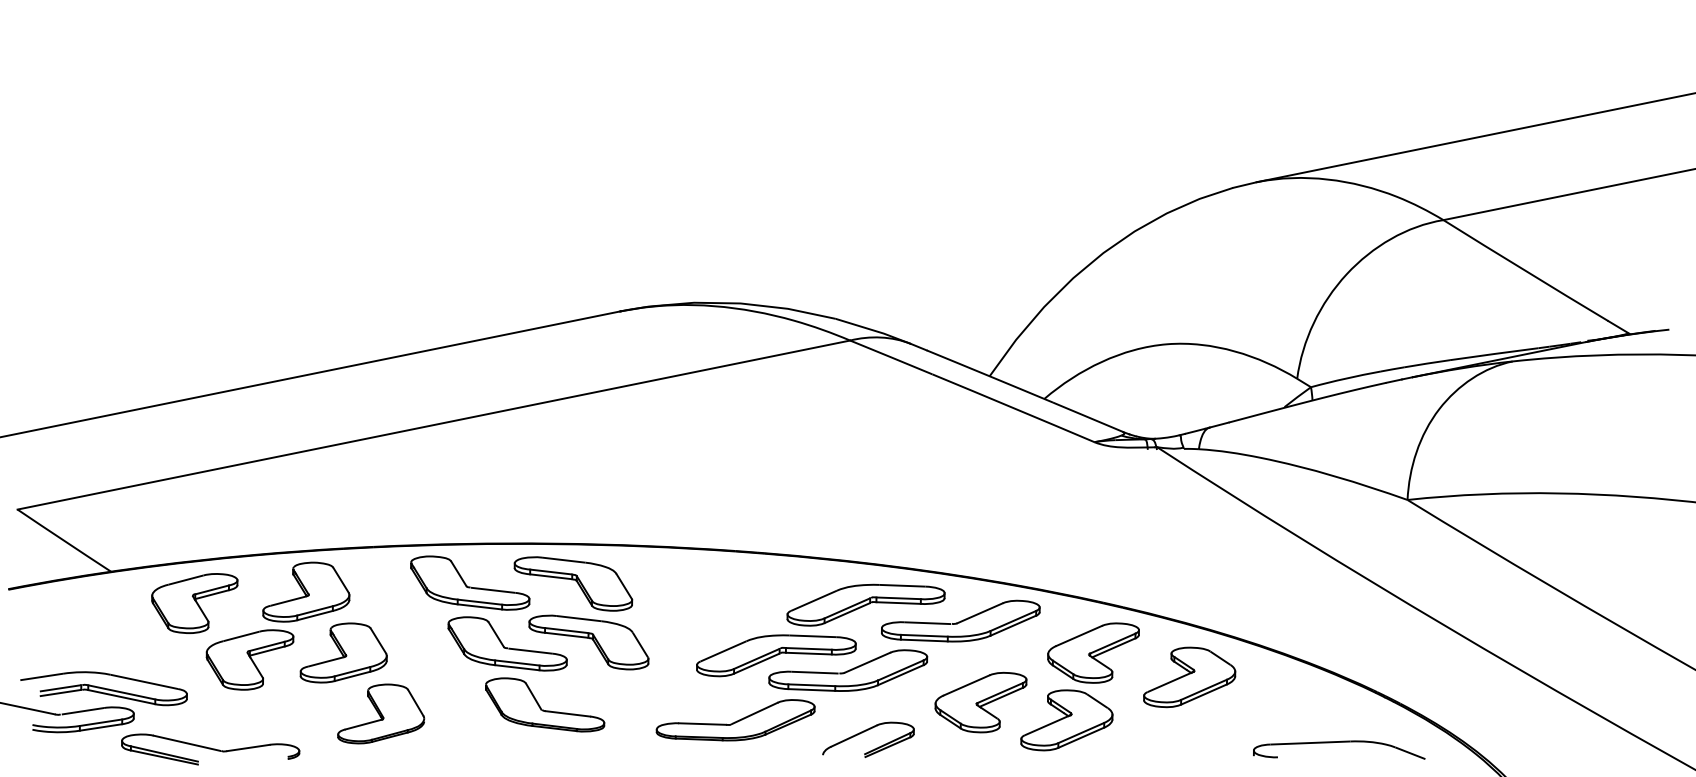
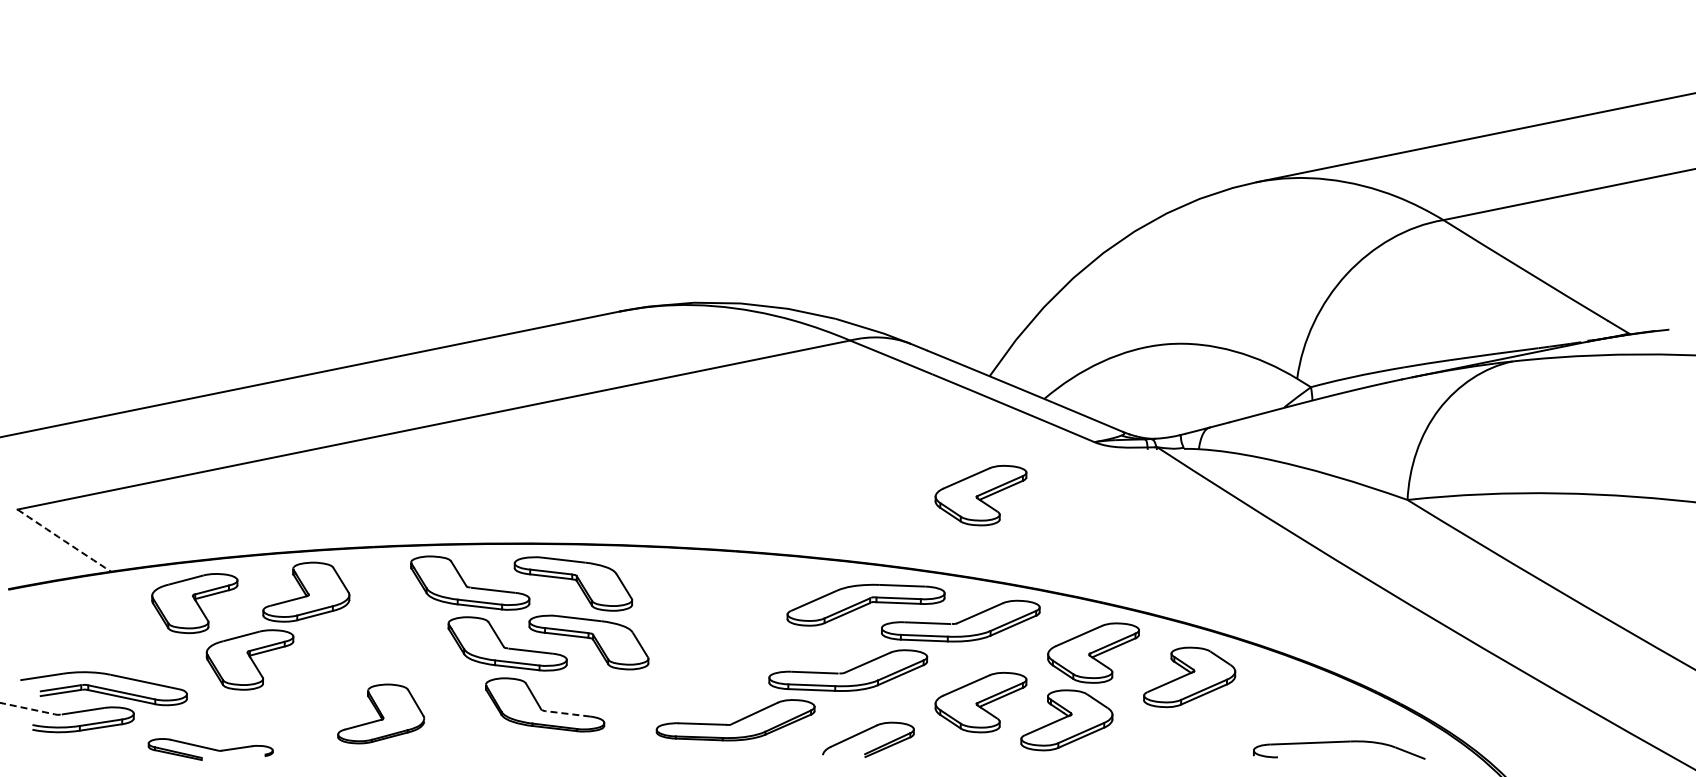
part at (980, 495): none -> present
arc at (64, 540): solid -> dashed
part at (343, 652): present -> none
part at (776, 655): present -> none
line at (27, 708): solid -> dashed
line at (567, 713): solid -> dashed
part at (210, 749) size: 180x33 px -> 127x23 px
